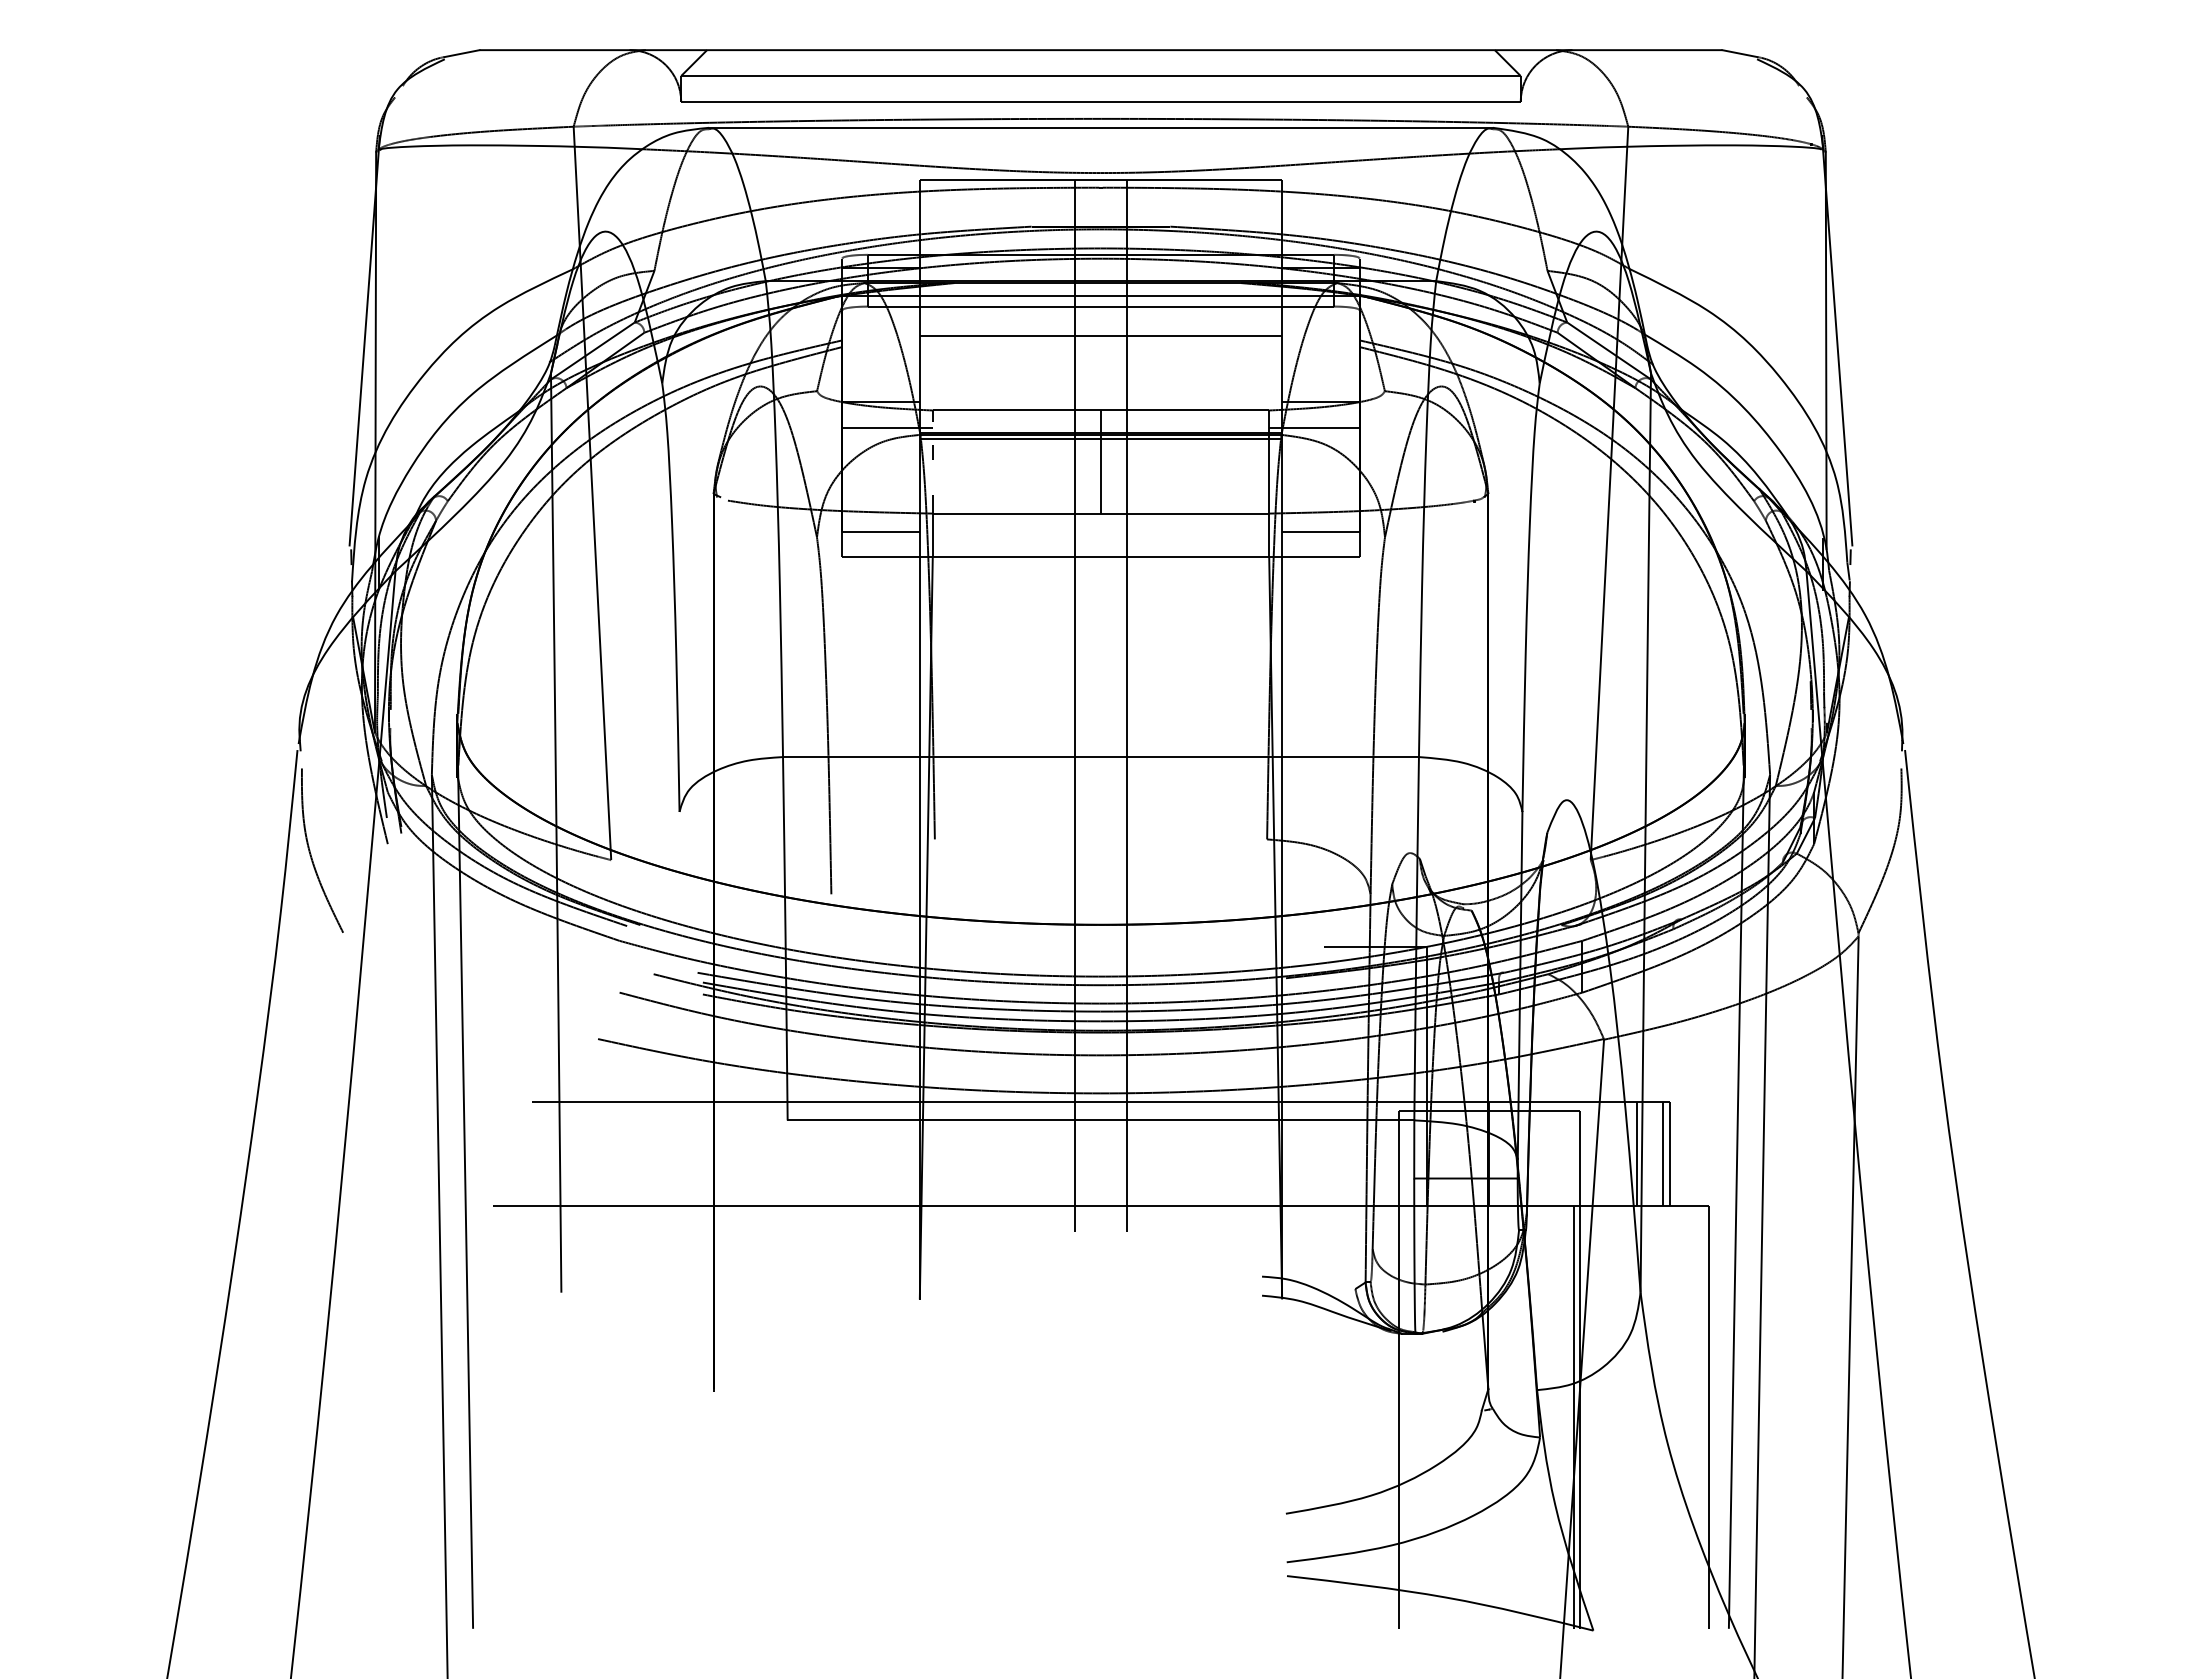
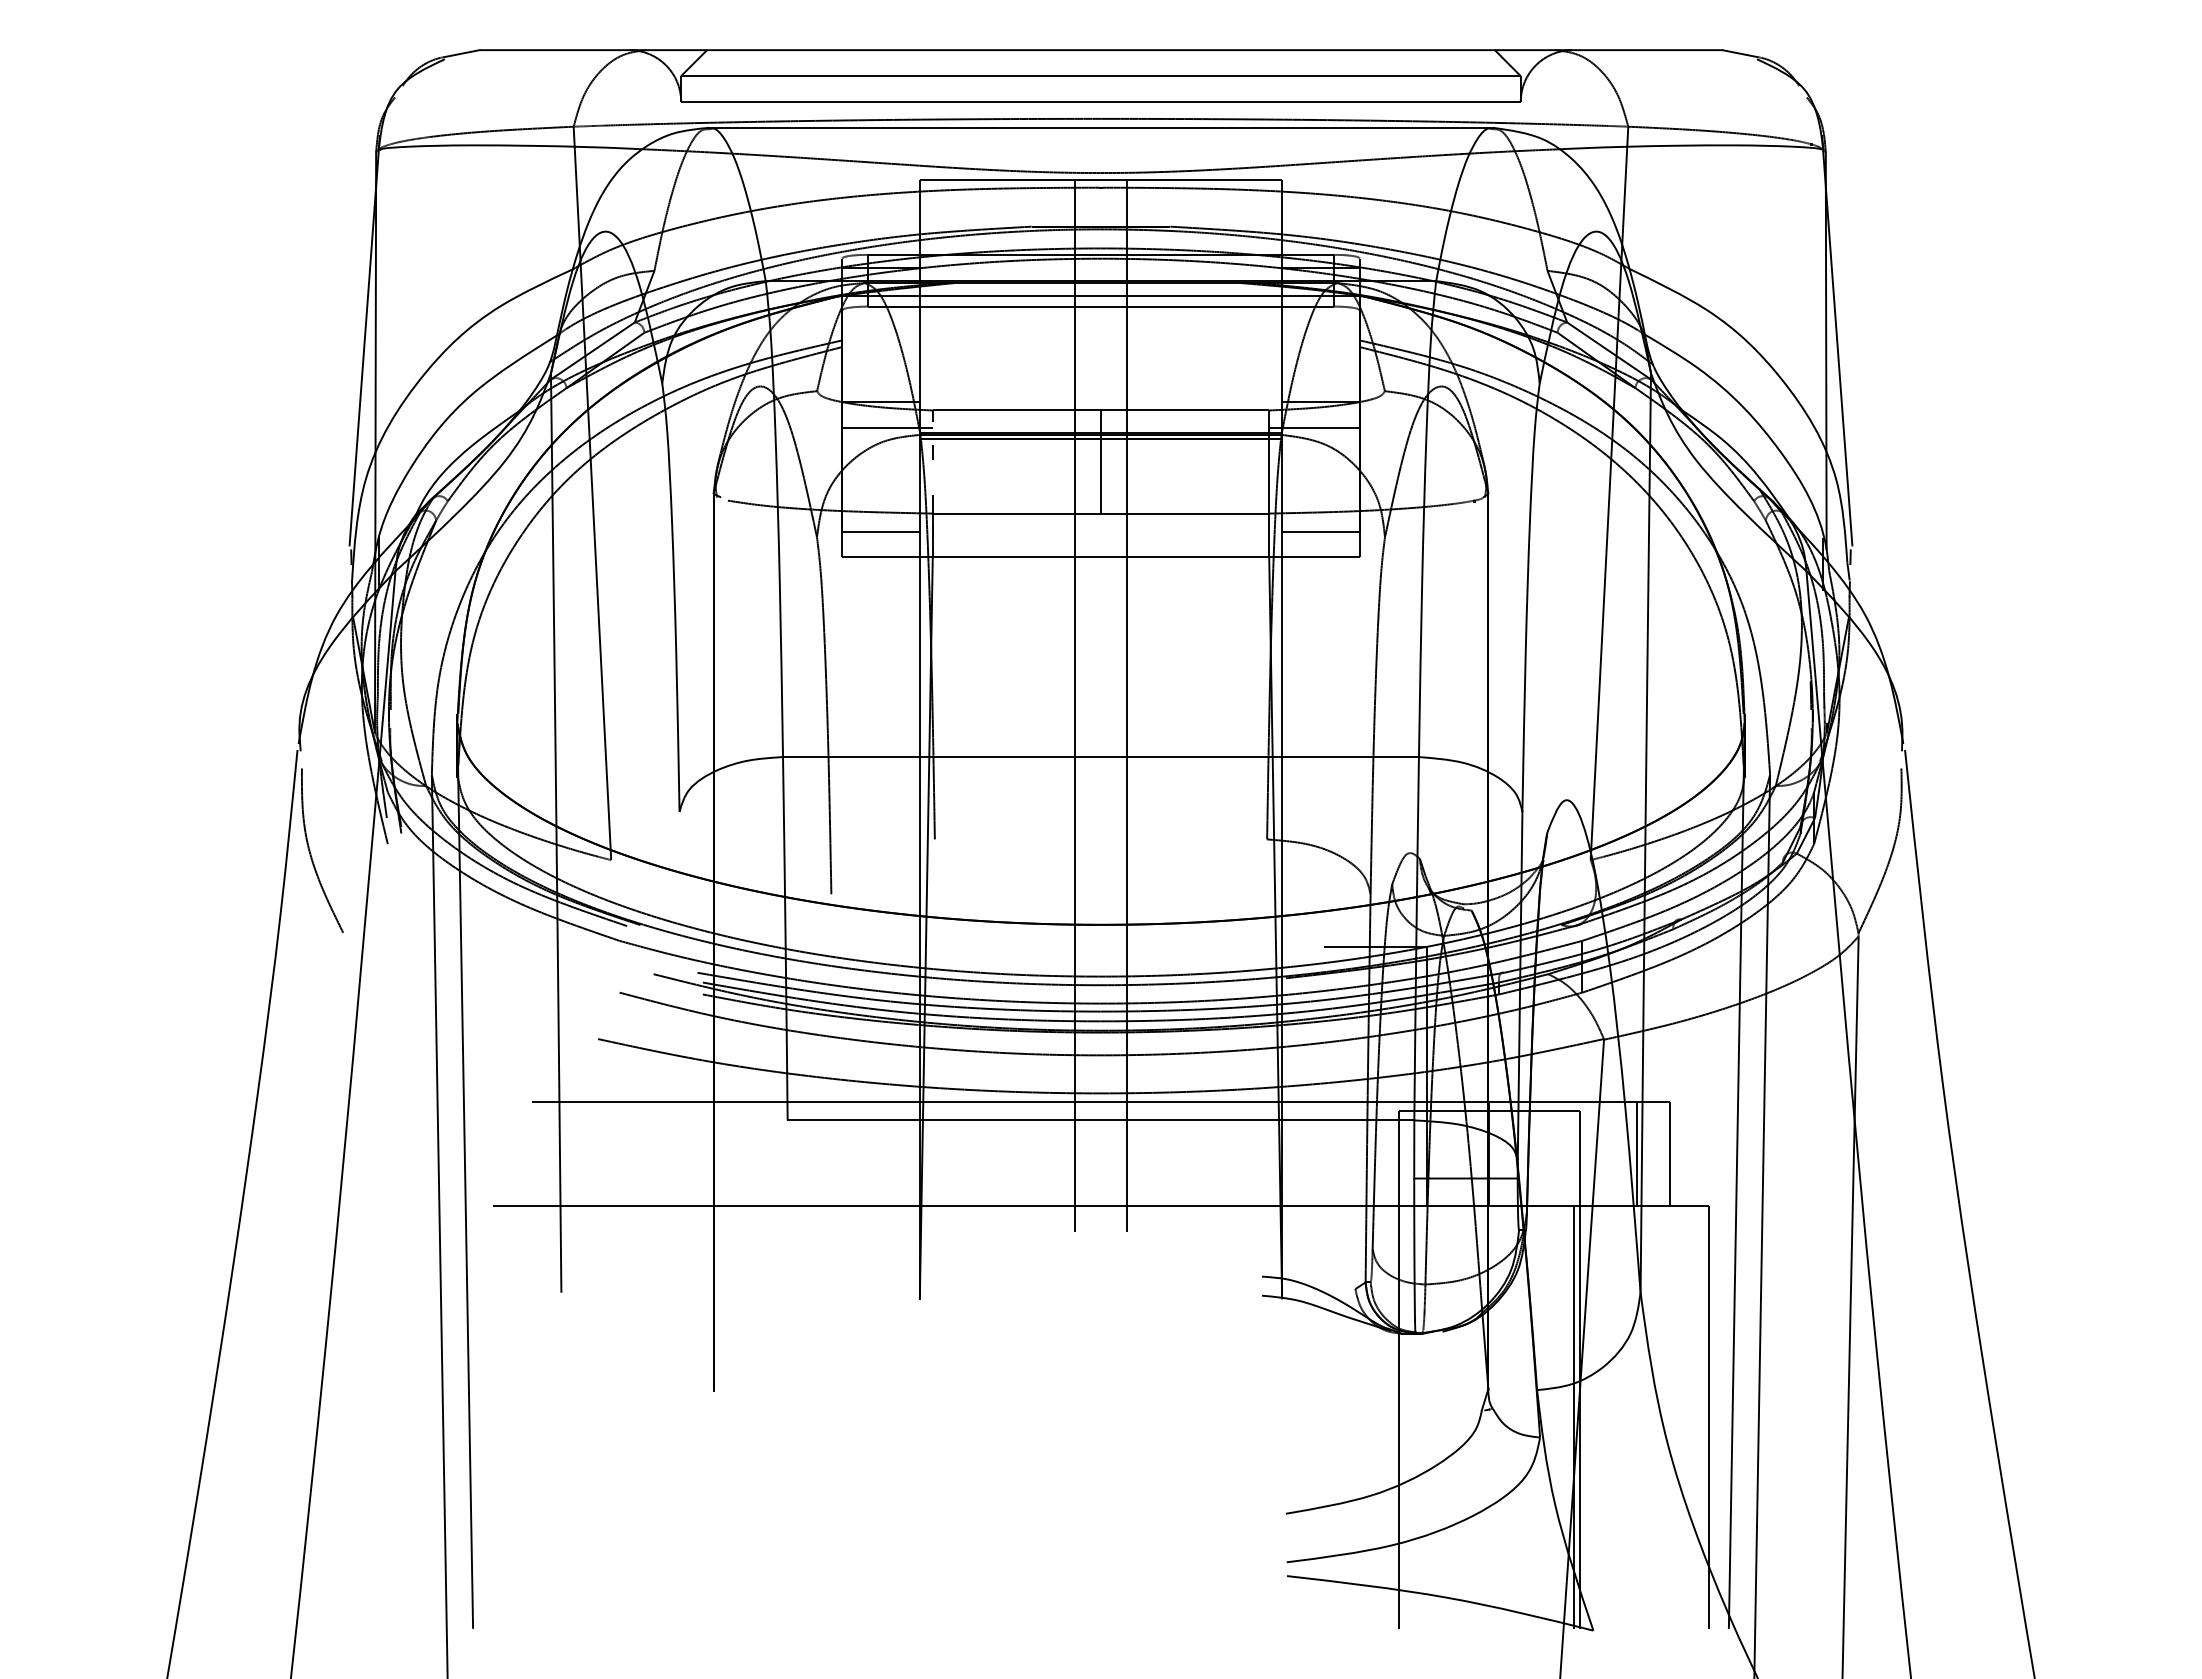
line at (1100, 335): present -> none
line at (1662, 1153): present -> none
